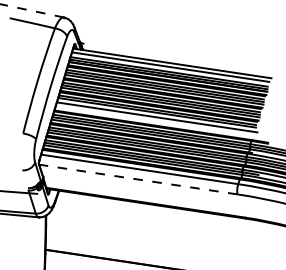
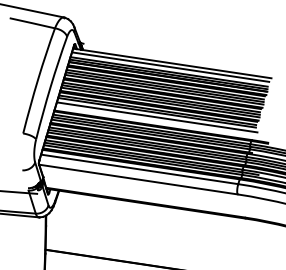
line at (31, 10): dashed -> solid
line at (137, 179): dashed -> solid
